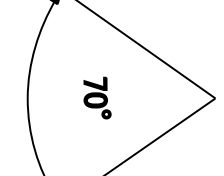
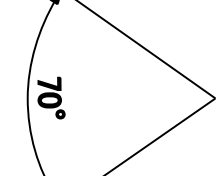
part at (97, 97) position: (97, 97) -> (51, 97)
